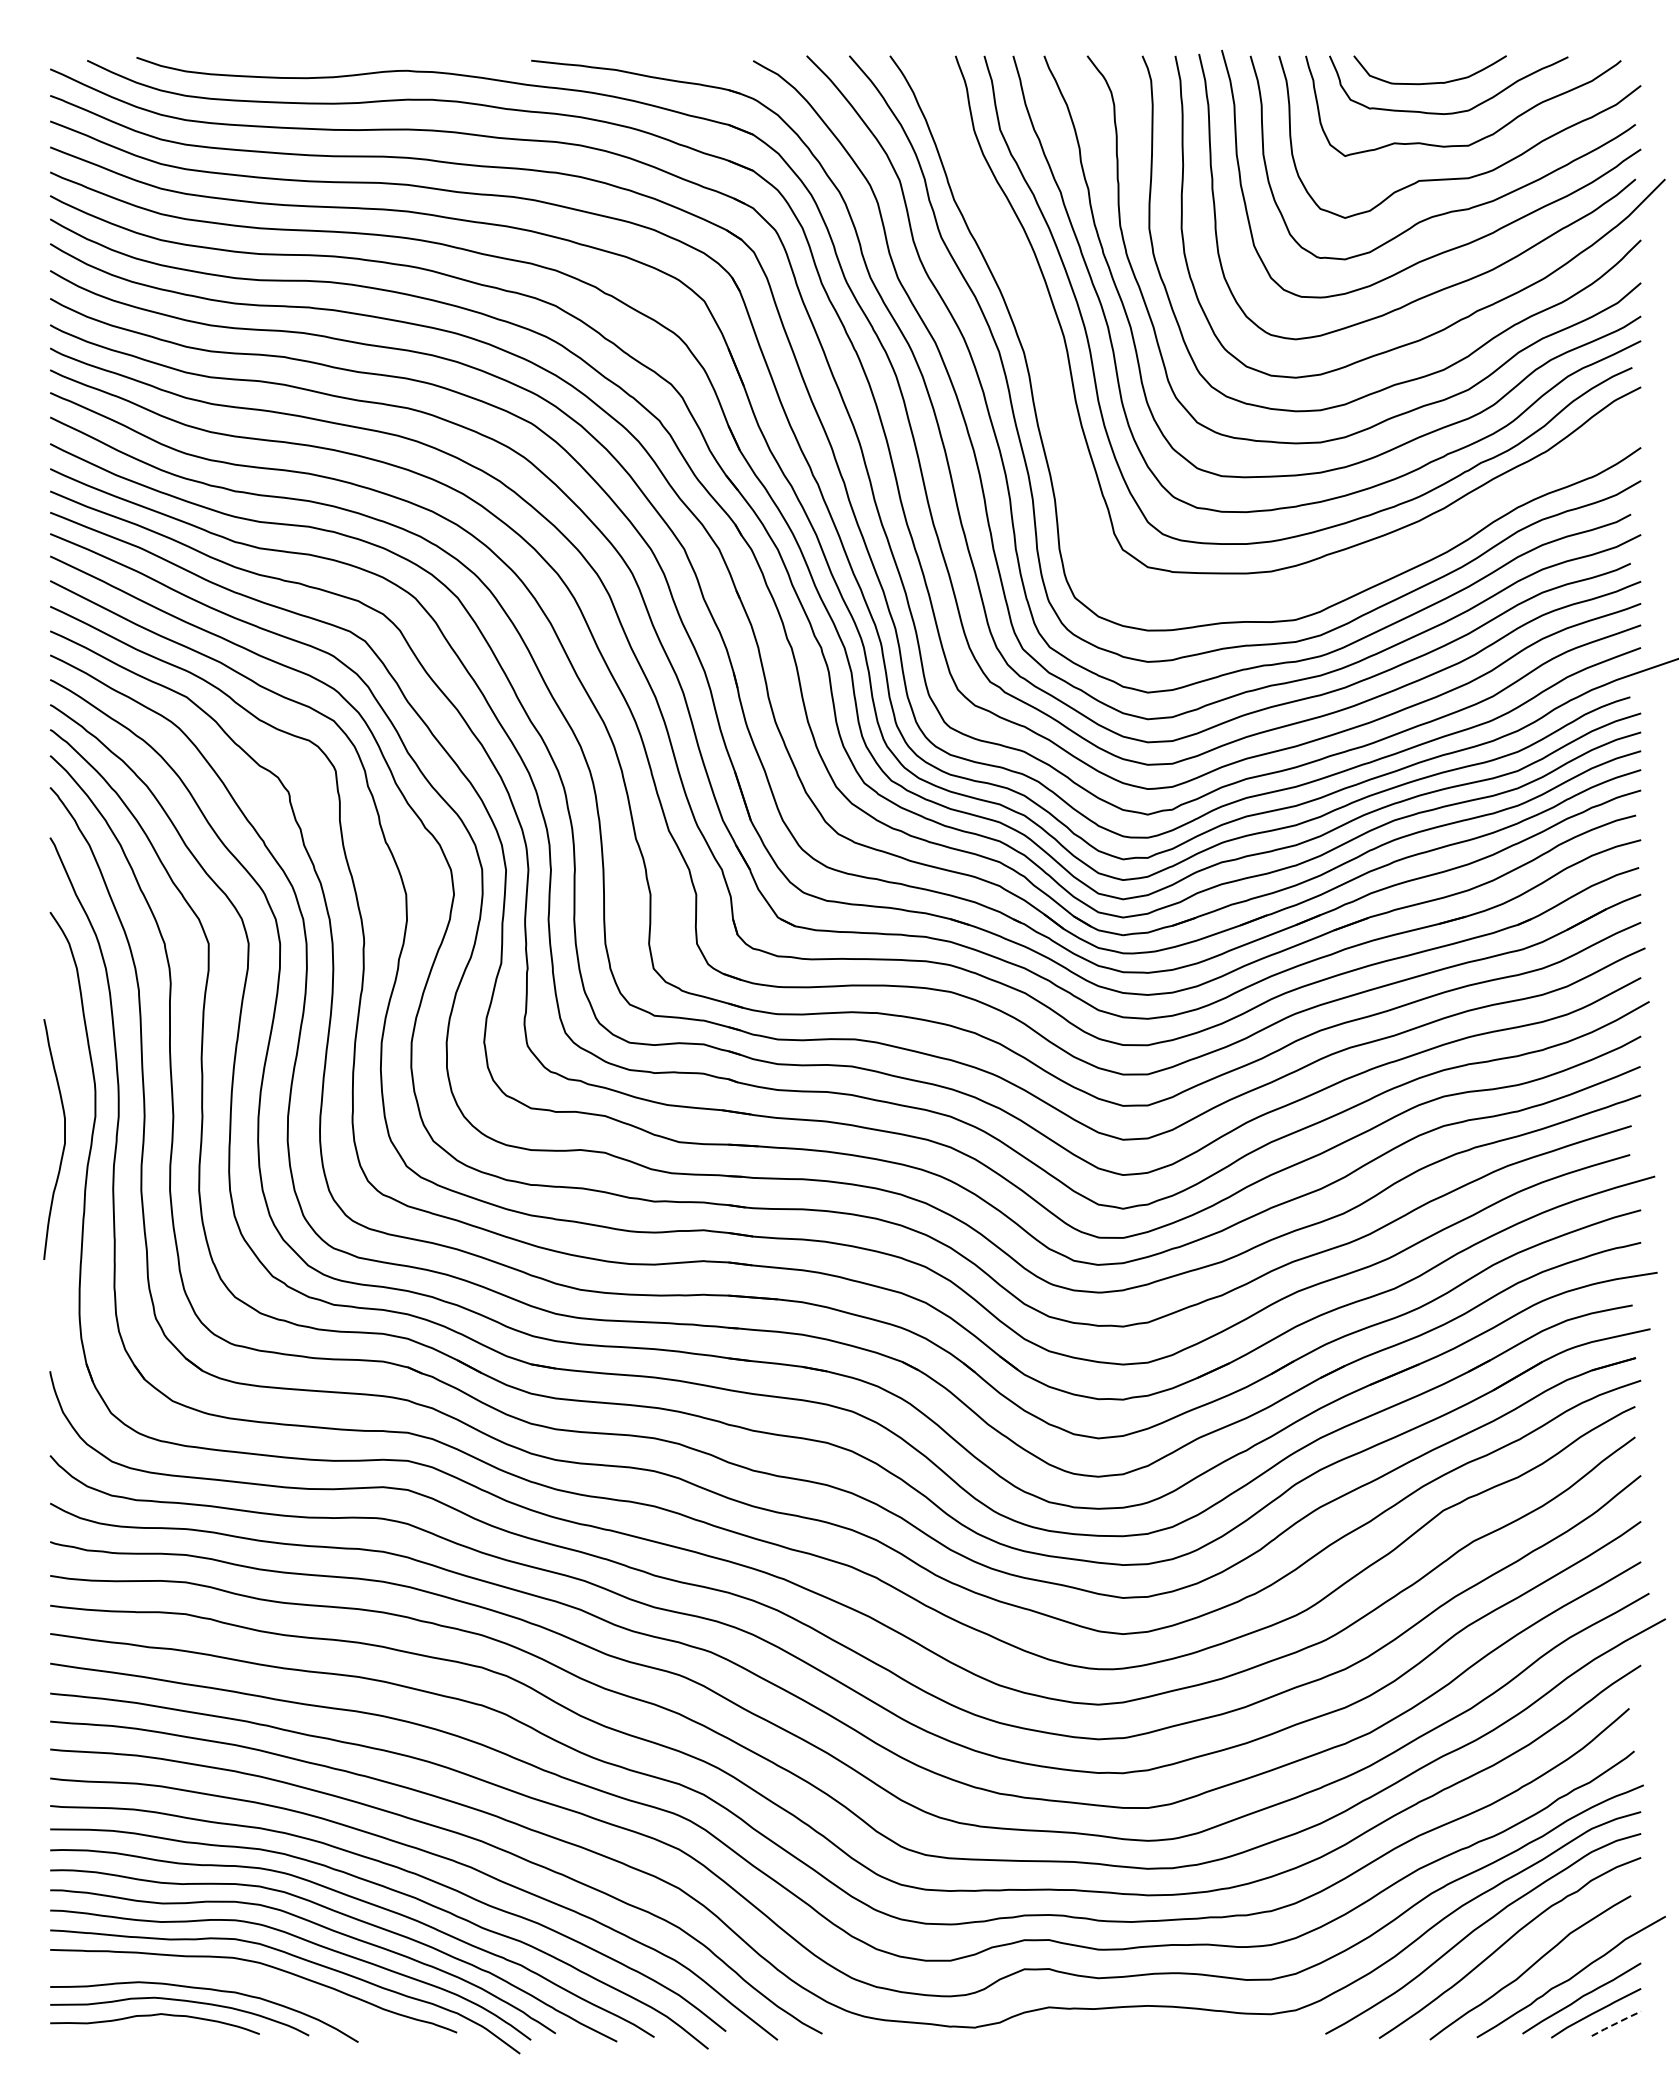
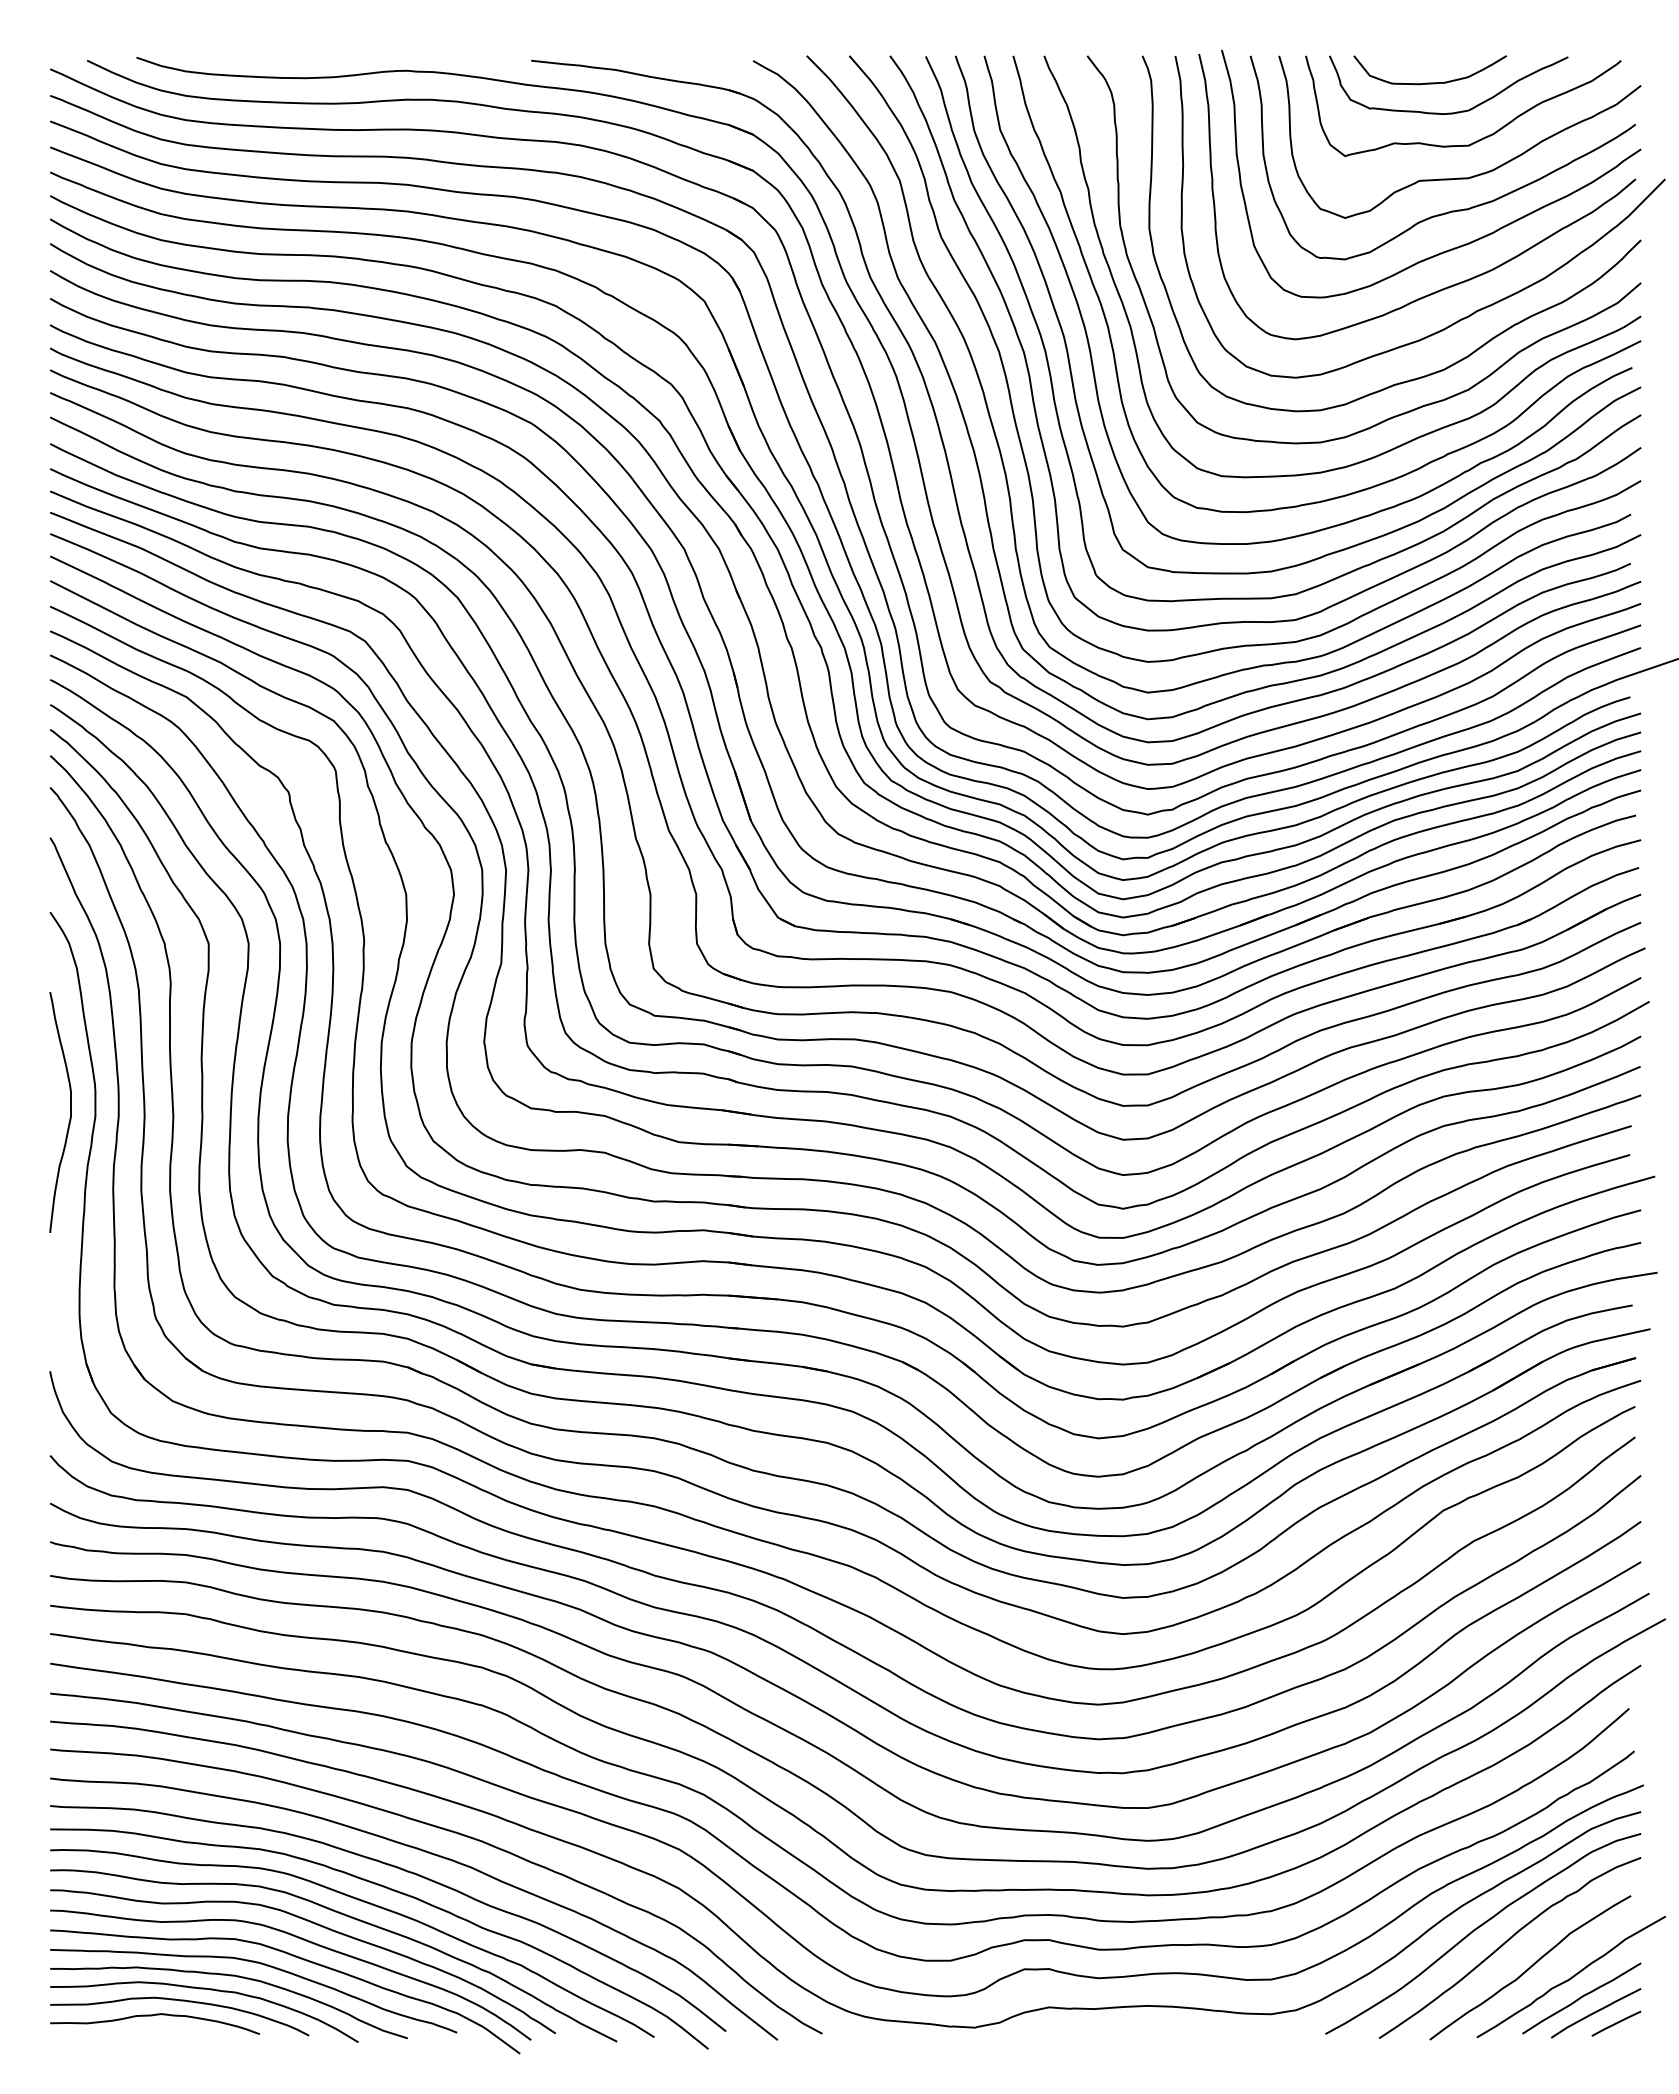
curve at (1051, 374): none -> present
curve at (64, 1139) position: (64, 1139) -> (70, 1112)
curve at (229, 1976): none -> present
line at (1616, 2023): dashed -> solid
